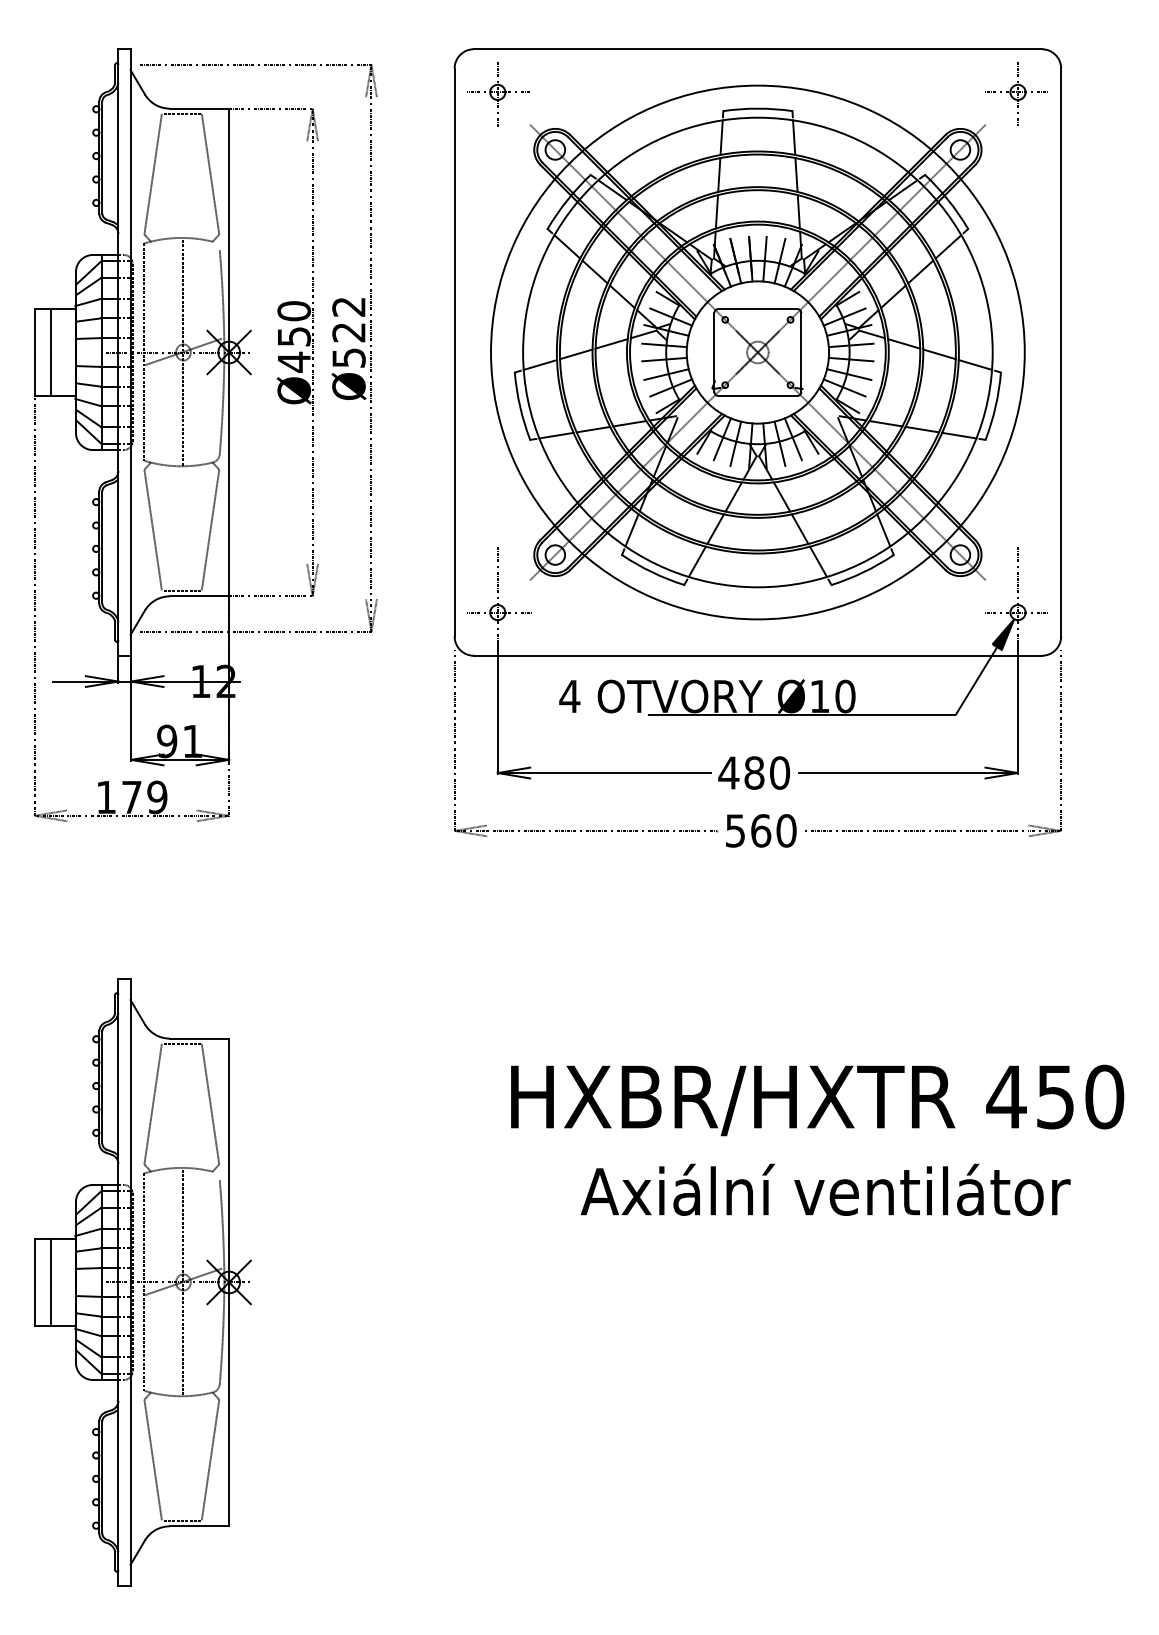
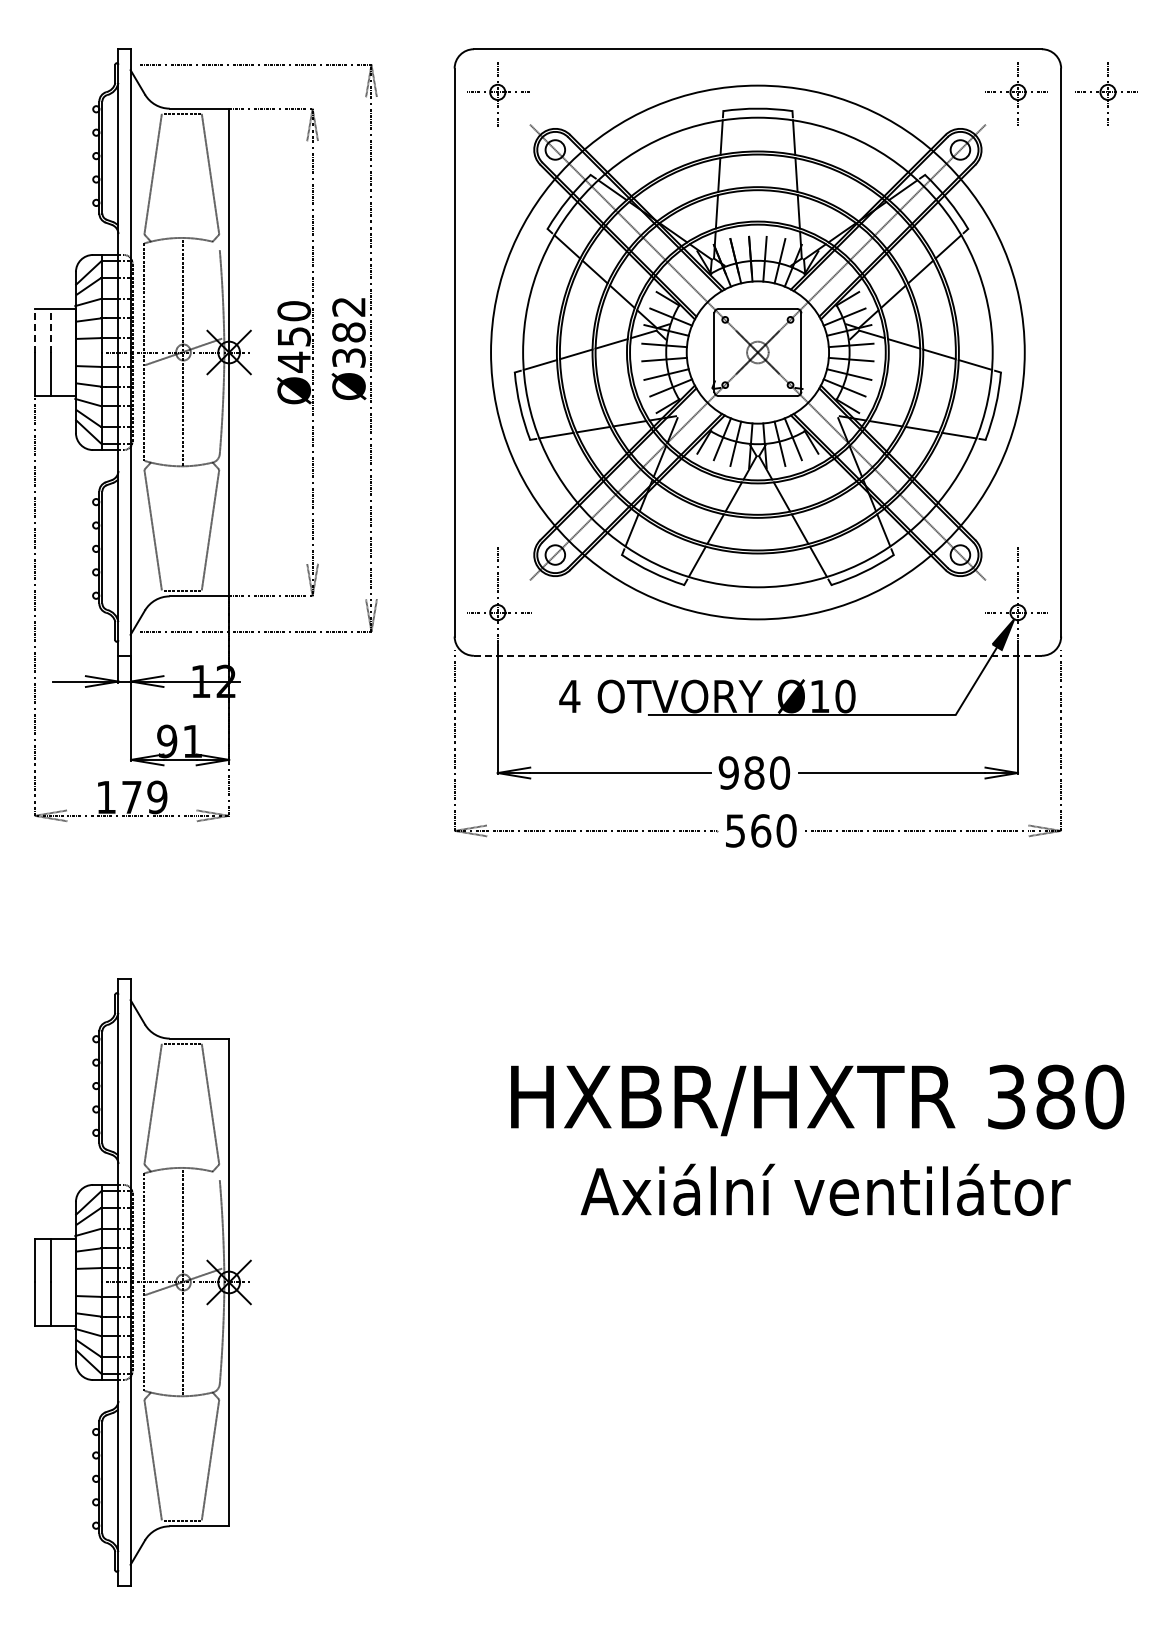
part at (1106, 93): none -> present
line at (34, 330): solid -> dashed
line at (51, 330): solid -> dashed
text at (348, 344): Ø522 -> Ø382
line at (757, 655): solid -> dashed
text at (728, 772): 480 -> 980
text at (1030, 1096): 450 -> 380
